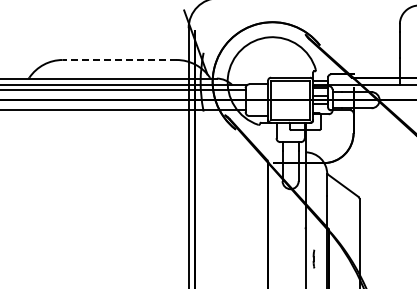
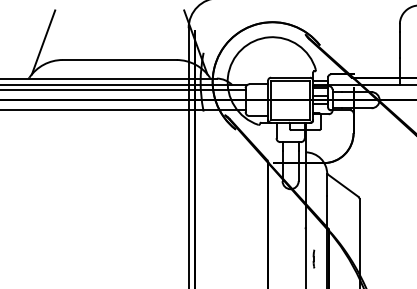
line at (43, 42): none -> present
line at (119, 60): dashed -> solid
